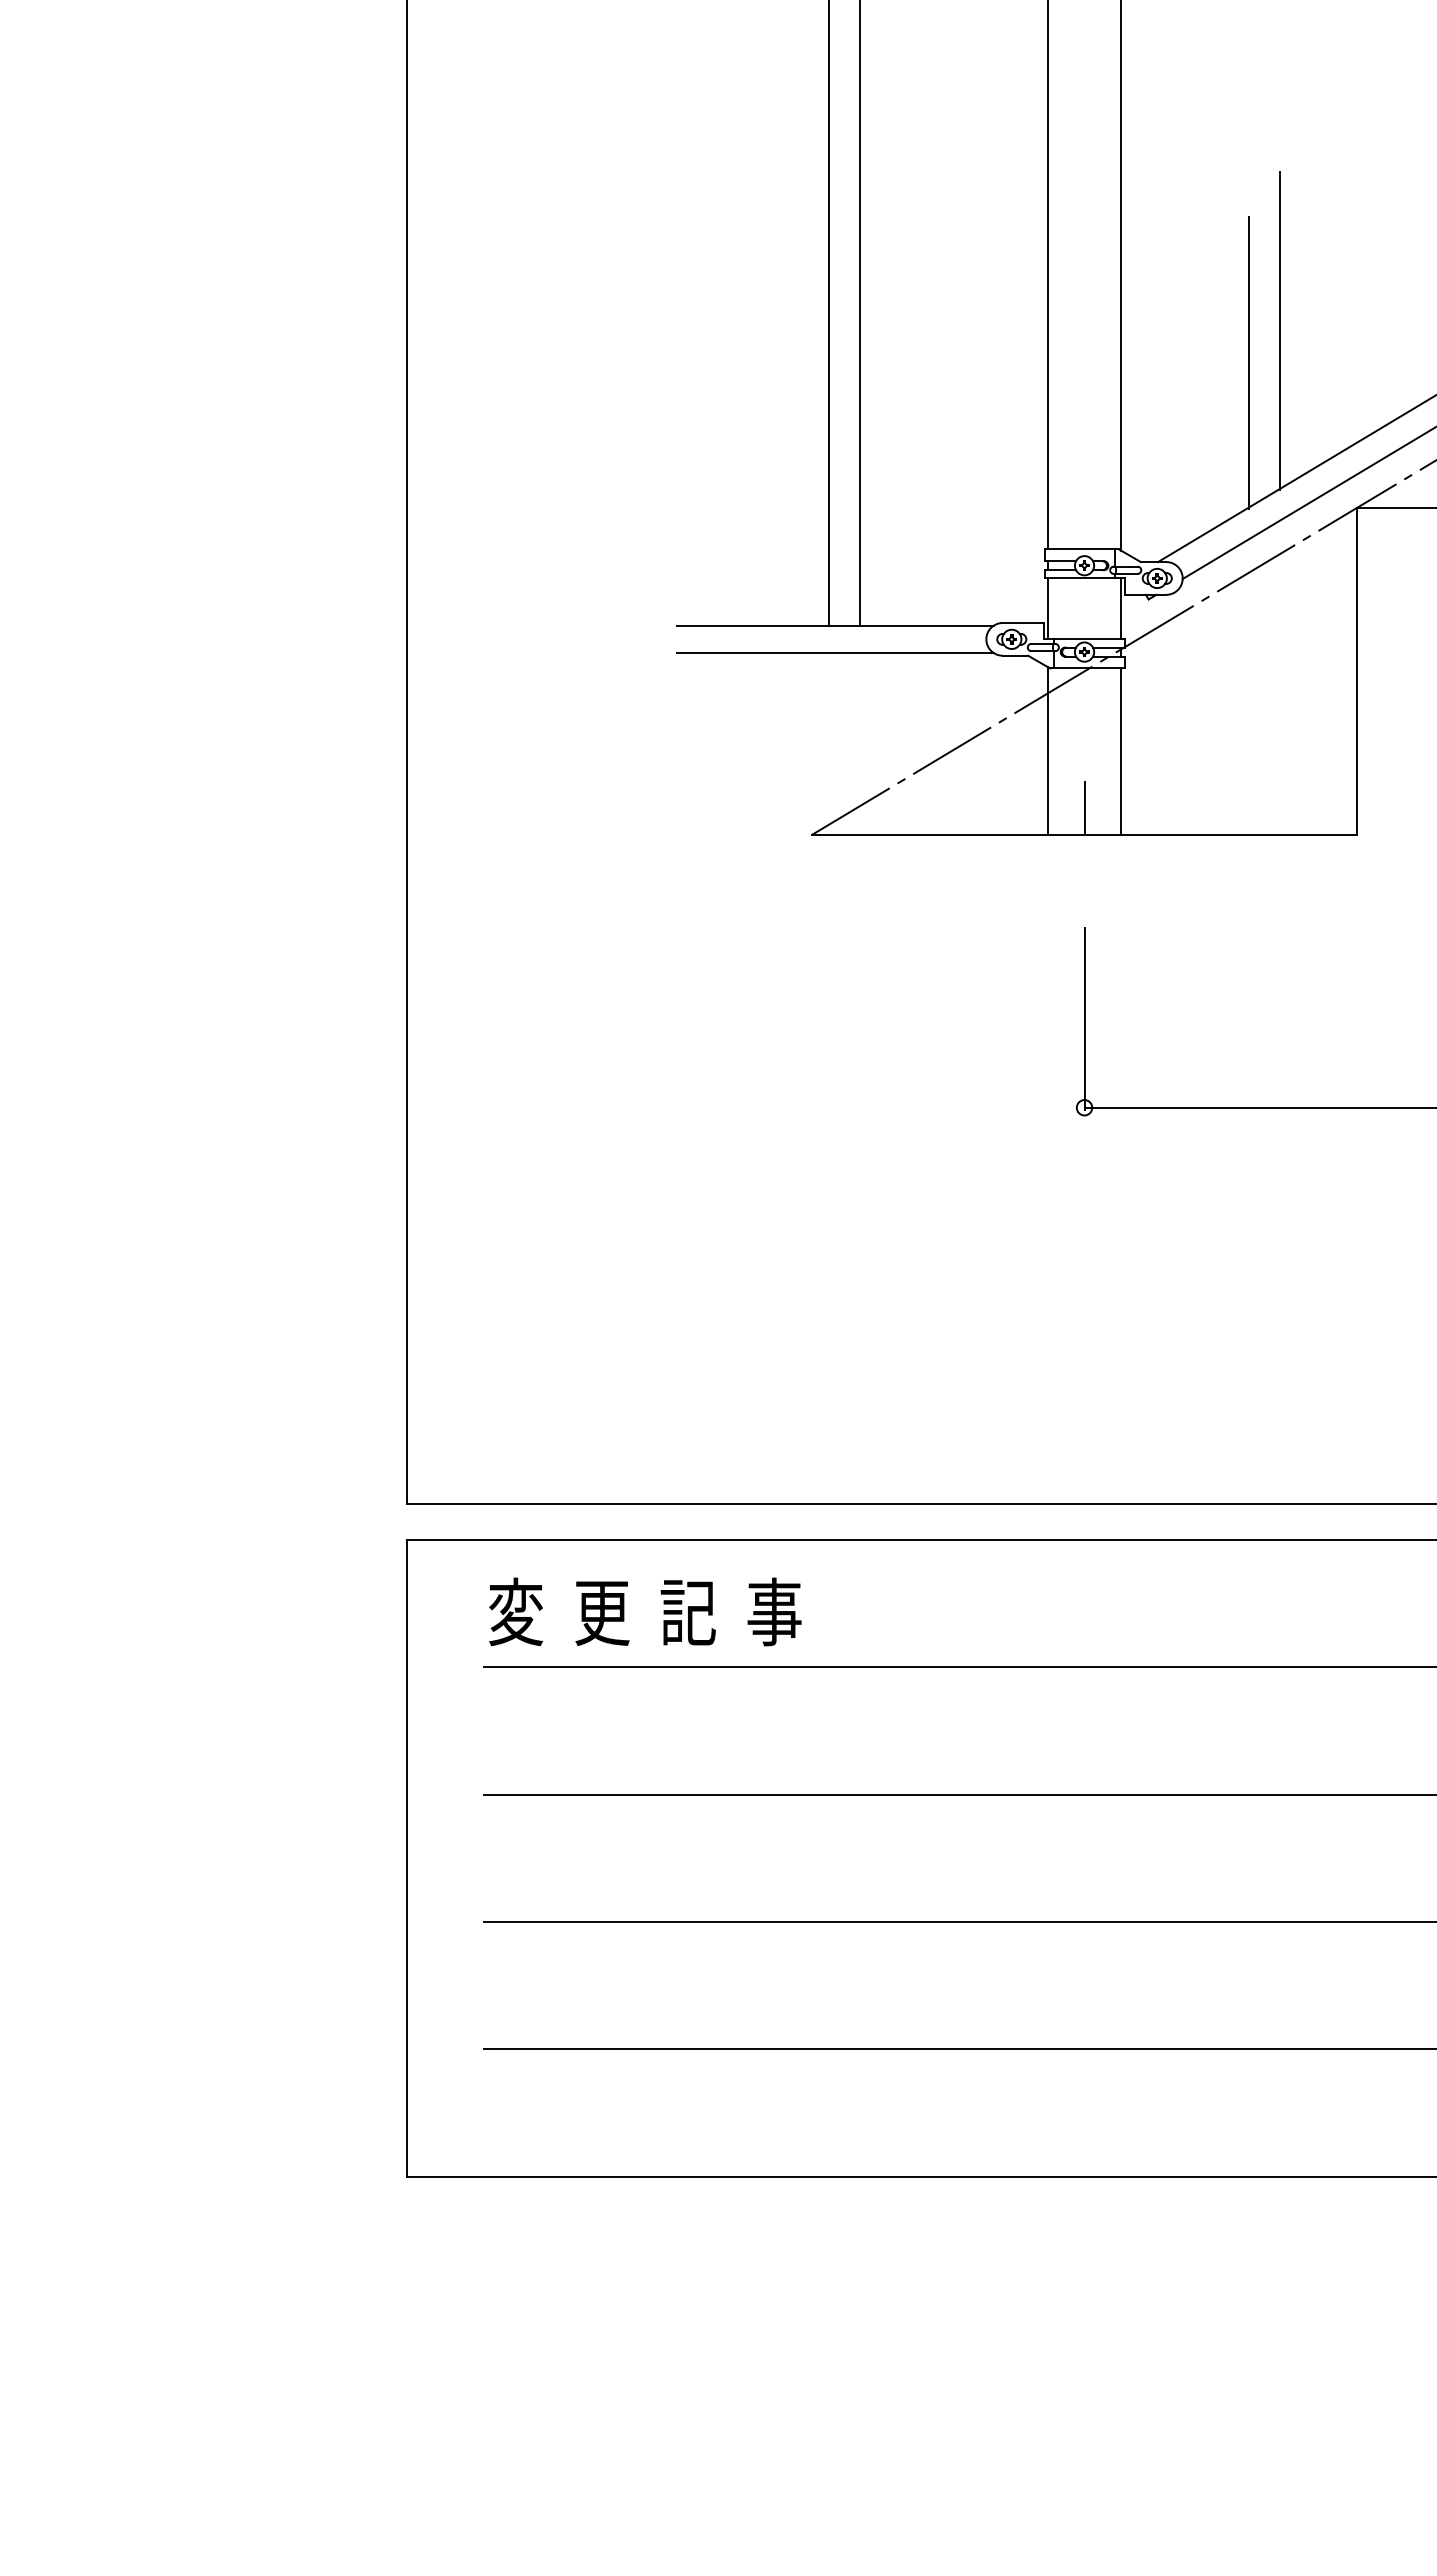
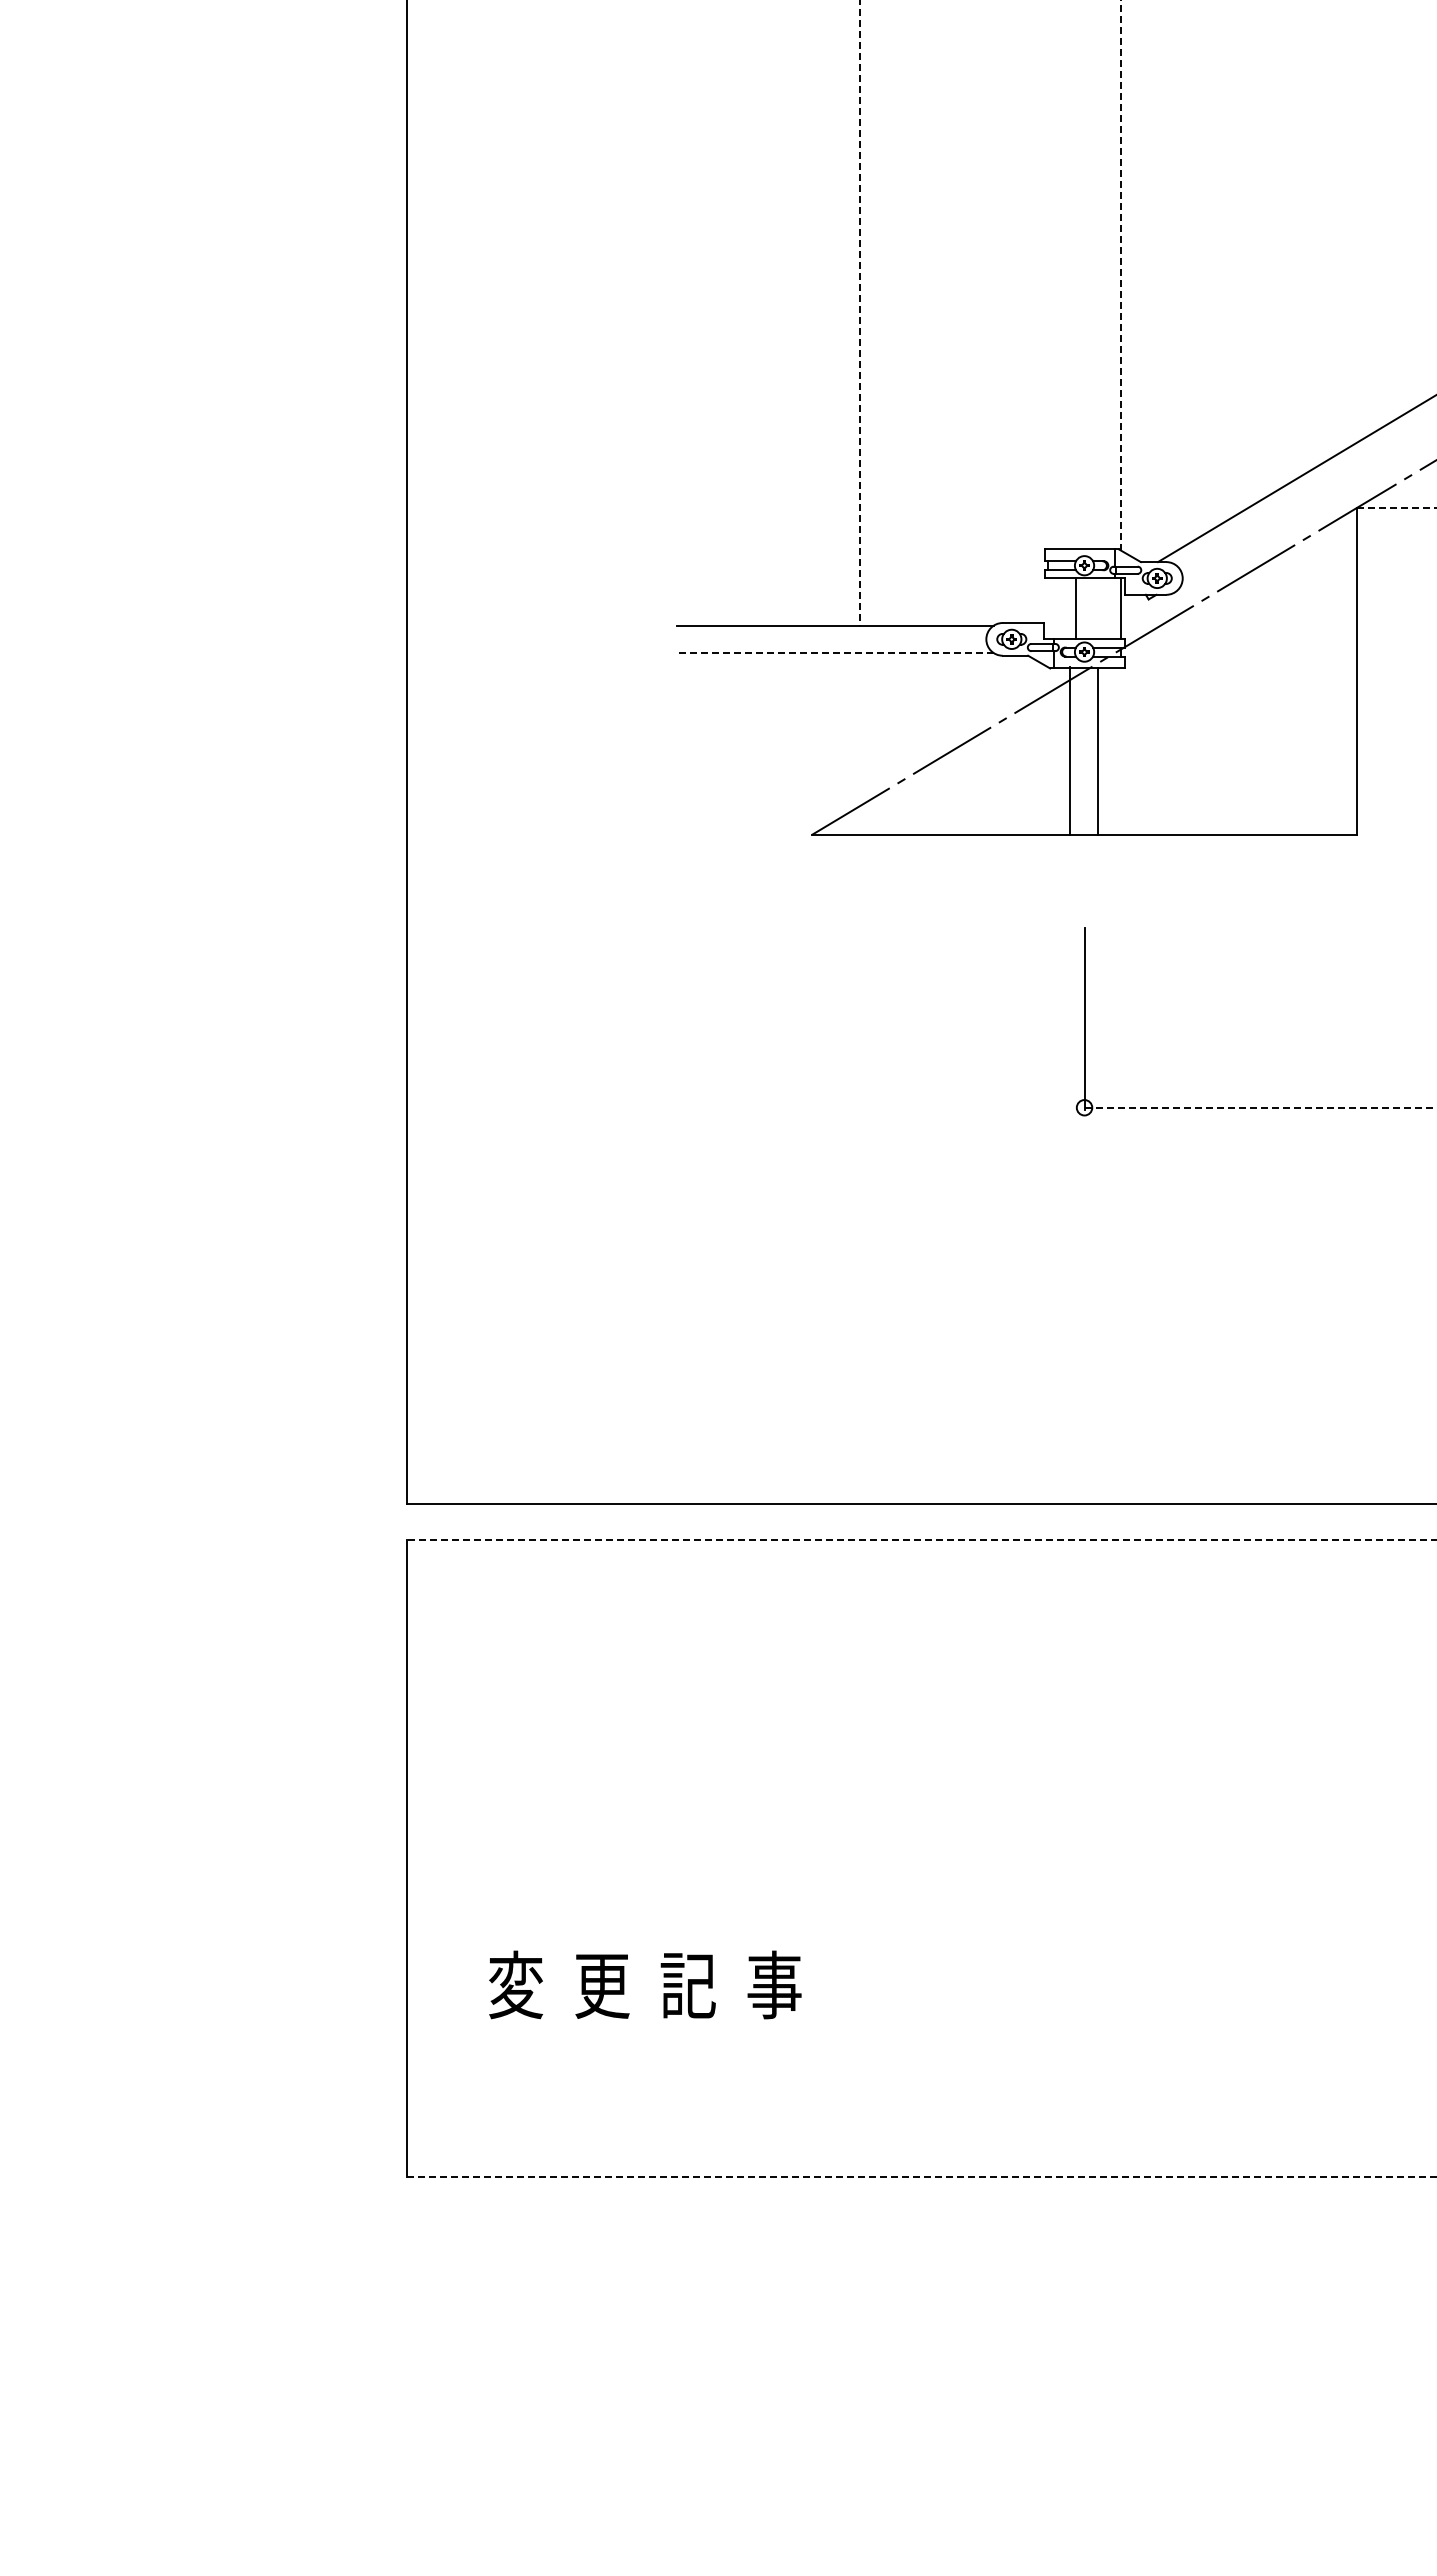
line at (1047, 275): present -> none
line at (1121, 275): solid -> dashed
line at (859, 312): solid -> dashed
line at (829, 313): present -> none
line at (1280, 331): present -> none
line at (1249, 362): present -> none
line at (1307, 503): present -> none
line at (1397, 507): solid -> dashed
line at (1047, 608) position: (1047, 608) -> (1075, 608)
line at (835, 653): solid -> dashed
line at (1047, 751) position: (1047, 751) -> (1069, 751)
line at (1121, 751) position: (1121, 751) -> (1098, 751)
line at (1084, 808): present -> none
line at (1260, 1107): solid -> dashed
line at (921, 1540): solid -> dashed
text at (645, 1611) position: (645, 1611) -> (645, 1984)
line at (958, 1667): present -> none
line at (958, 1794): present -> none
line at (958, 1921): present -> none
line at (958, 2049): present -> none
line at (921, 2176): solid -> dashed
